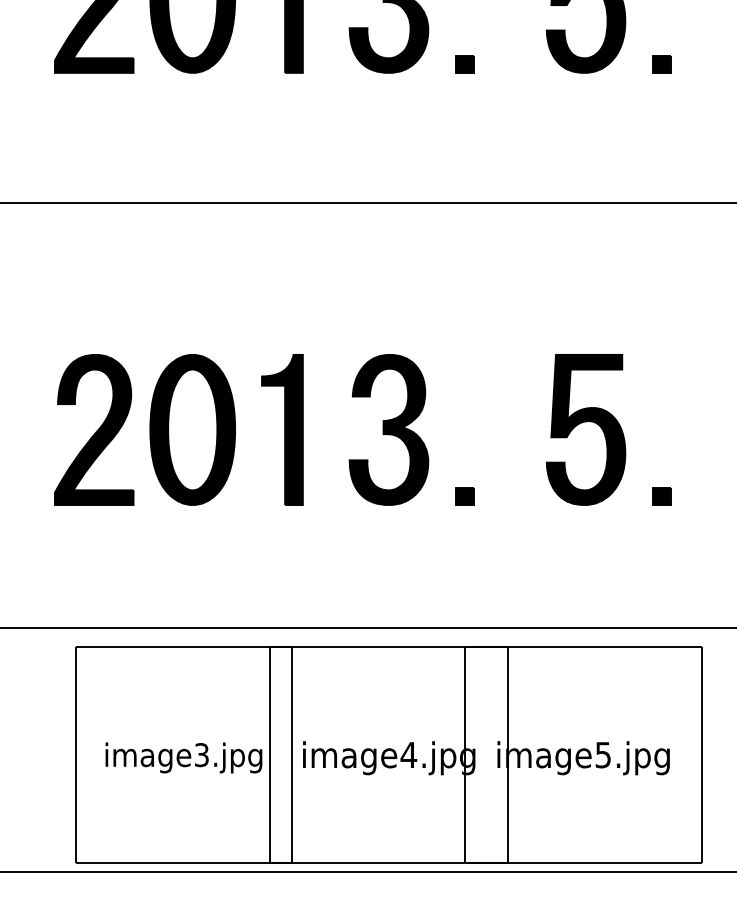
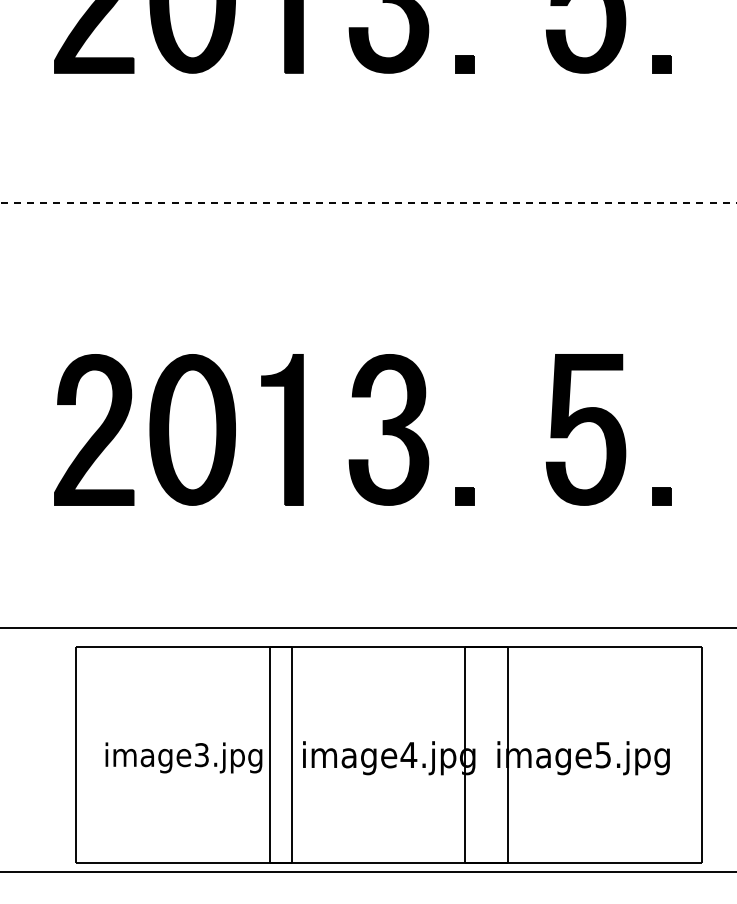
line at (368, 202): solid -> dashed
